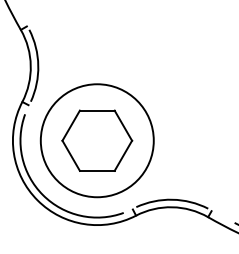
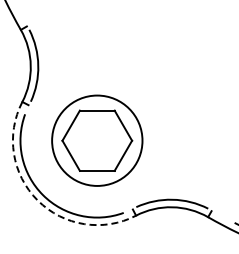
circle at (96, 140) diameter: 113 px -> 90 px
arc at (37, 200): solid -> dashed
